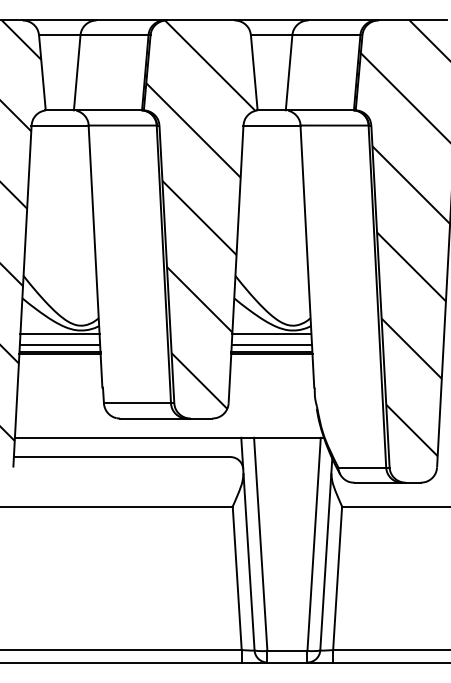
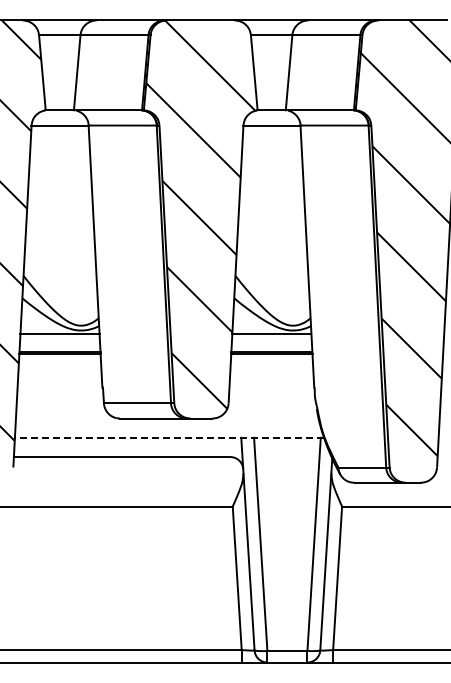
line at (59, 344): present -> none
line at (271, 344): present -> none
line at (169, 437): solid -> dashed
